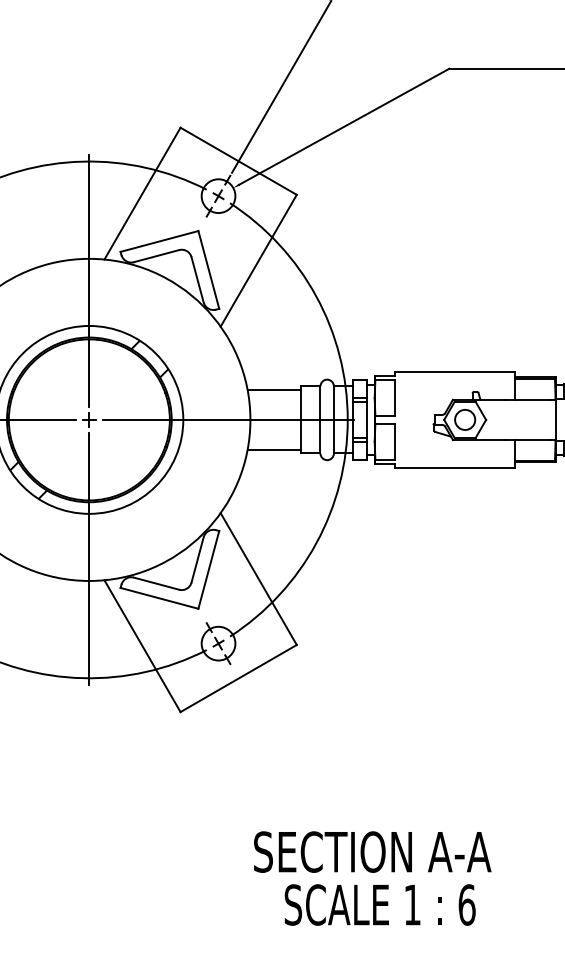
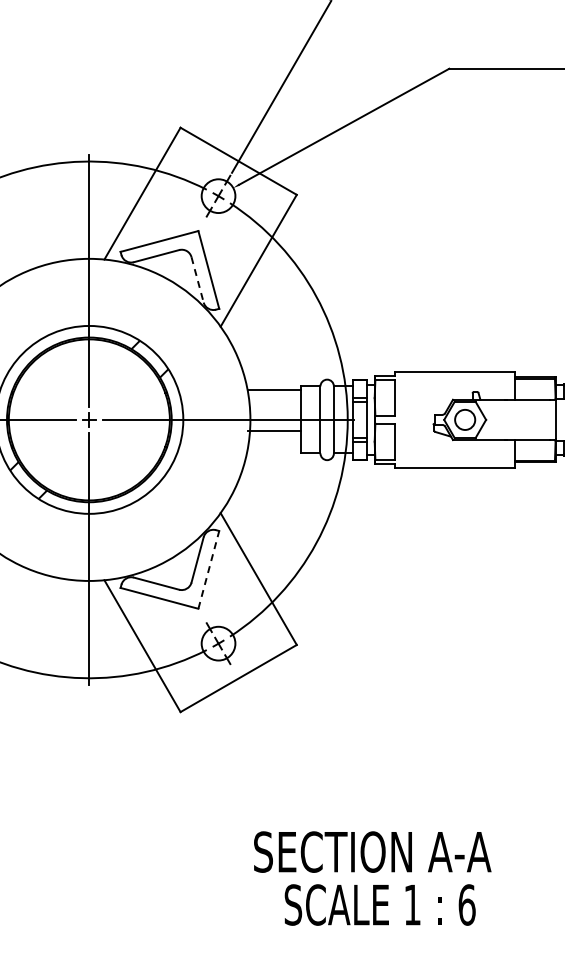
line at (197, 280): solid -> dashed
line at (274, 450) position: (274, 450) -> (274, 431)
line at (208, 569): solid -> dashed
